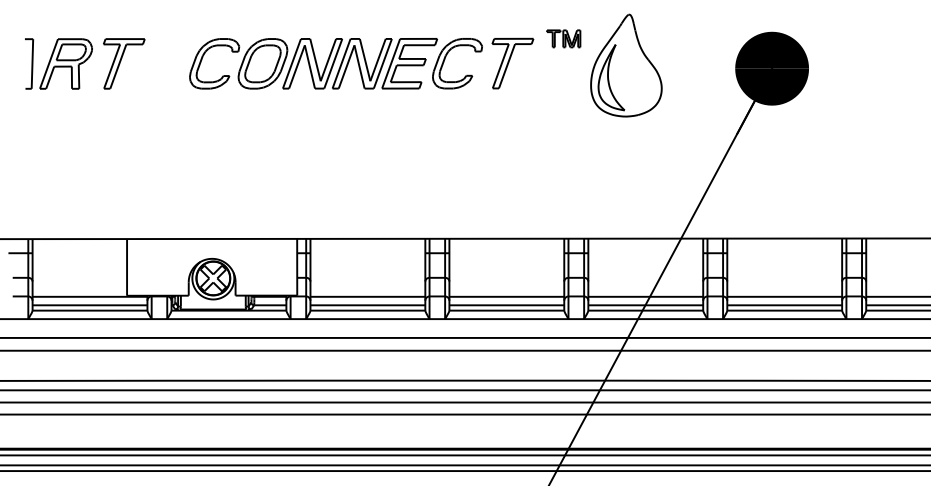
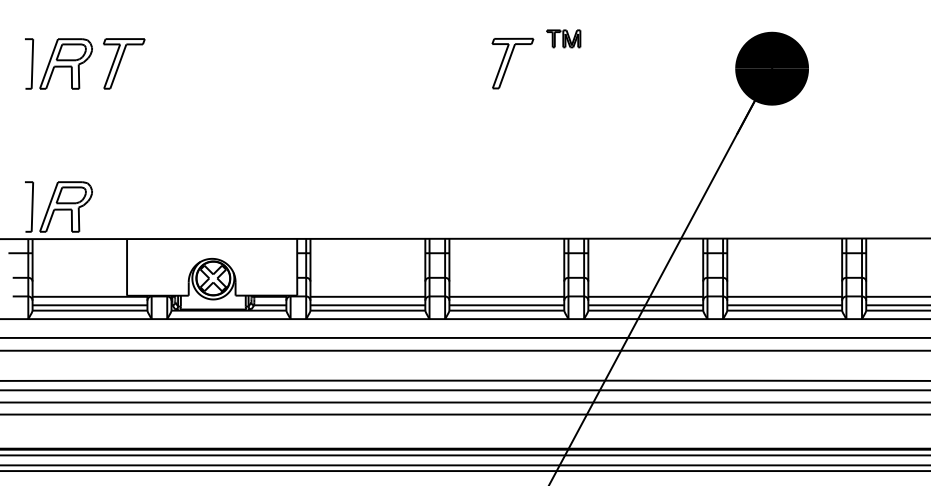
part at (335, 63): present -> none
part at (626, 65): present -> none
part at (58, 206): none -> present
